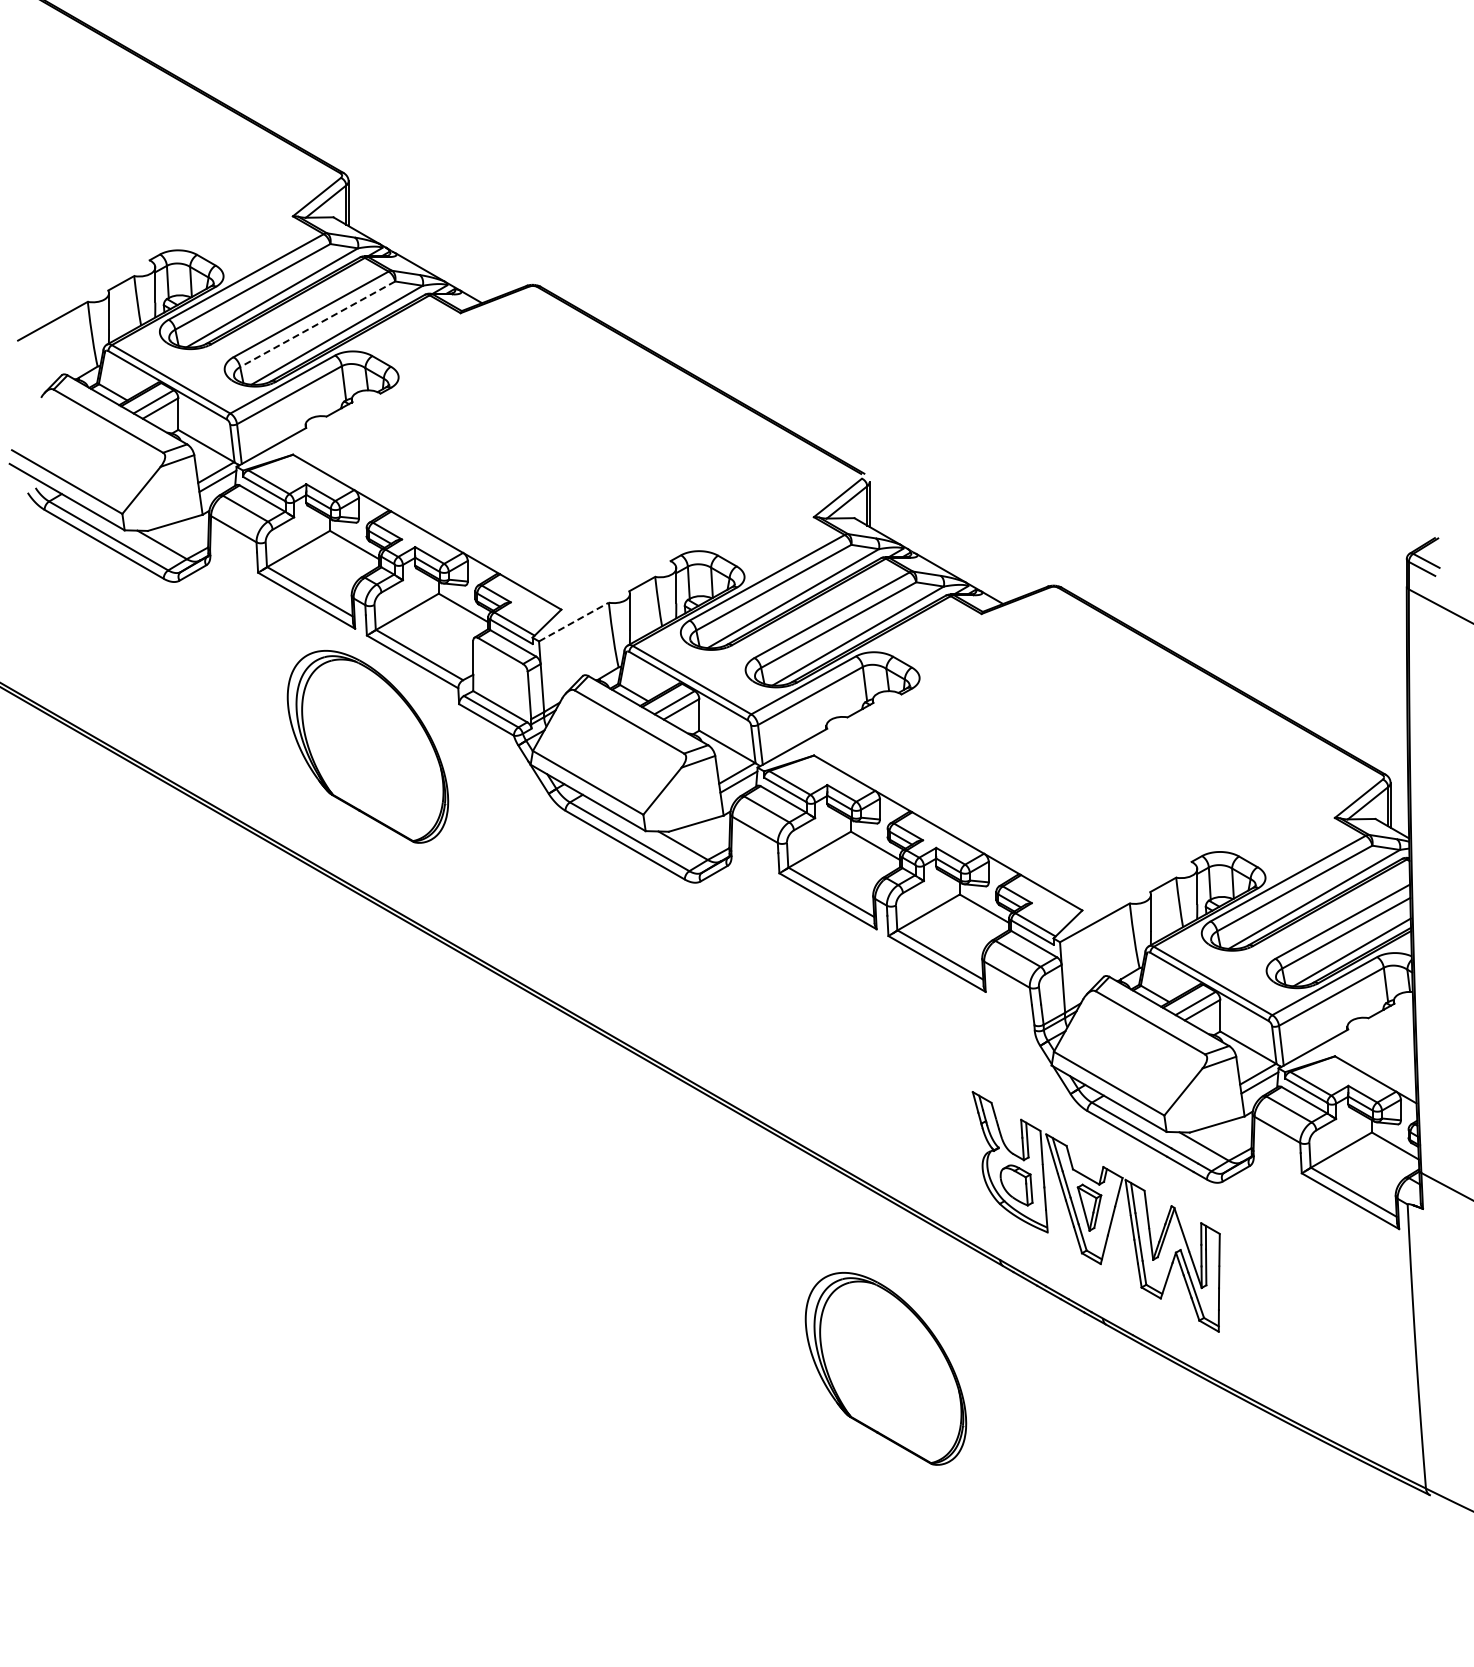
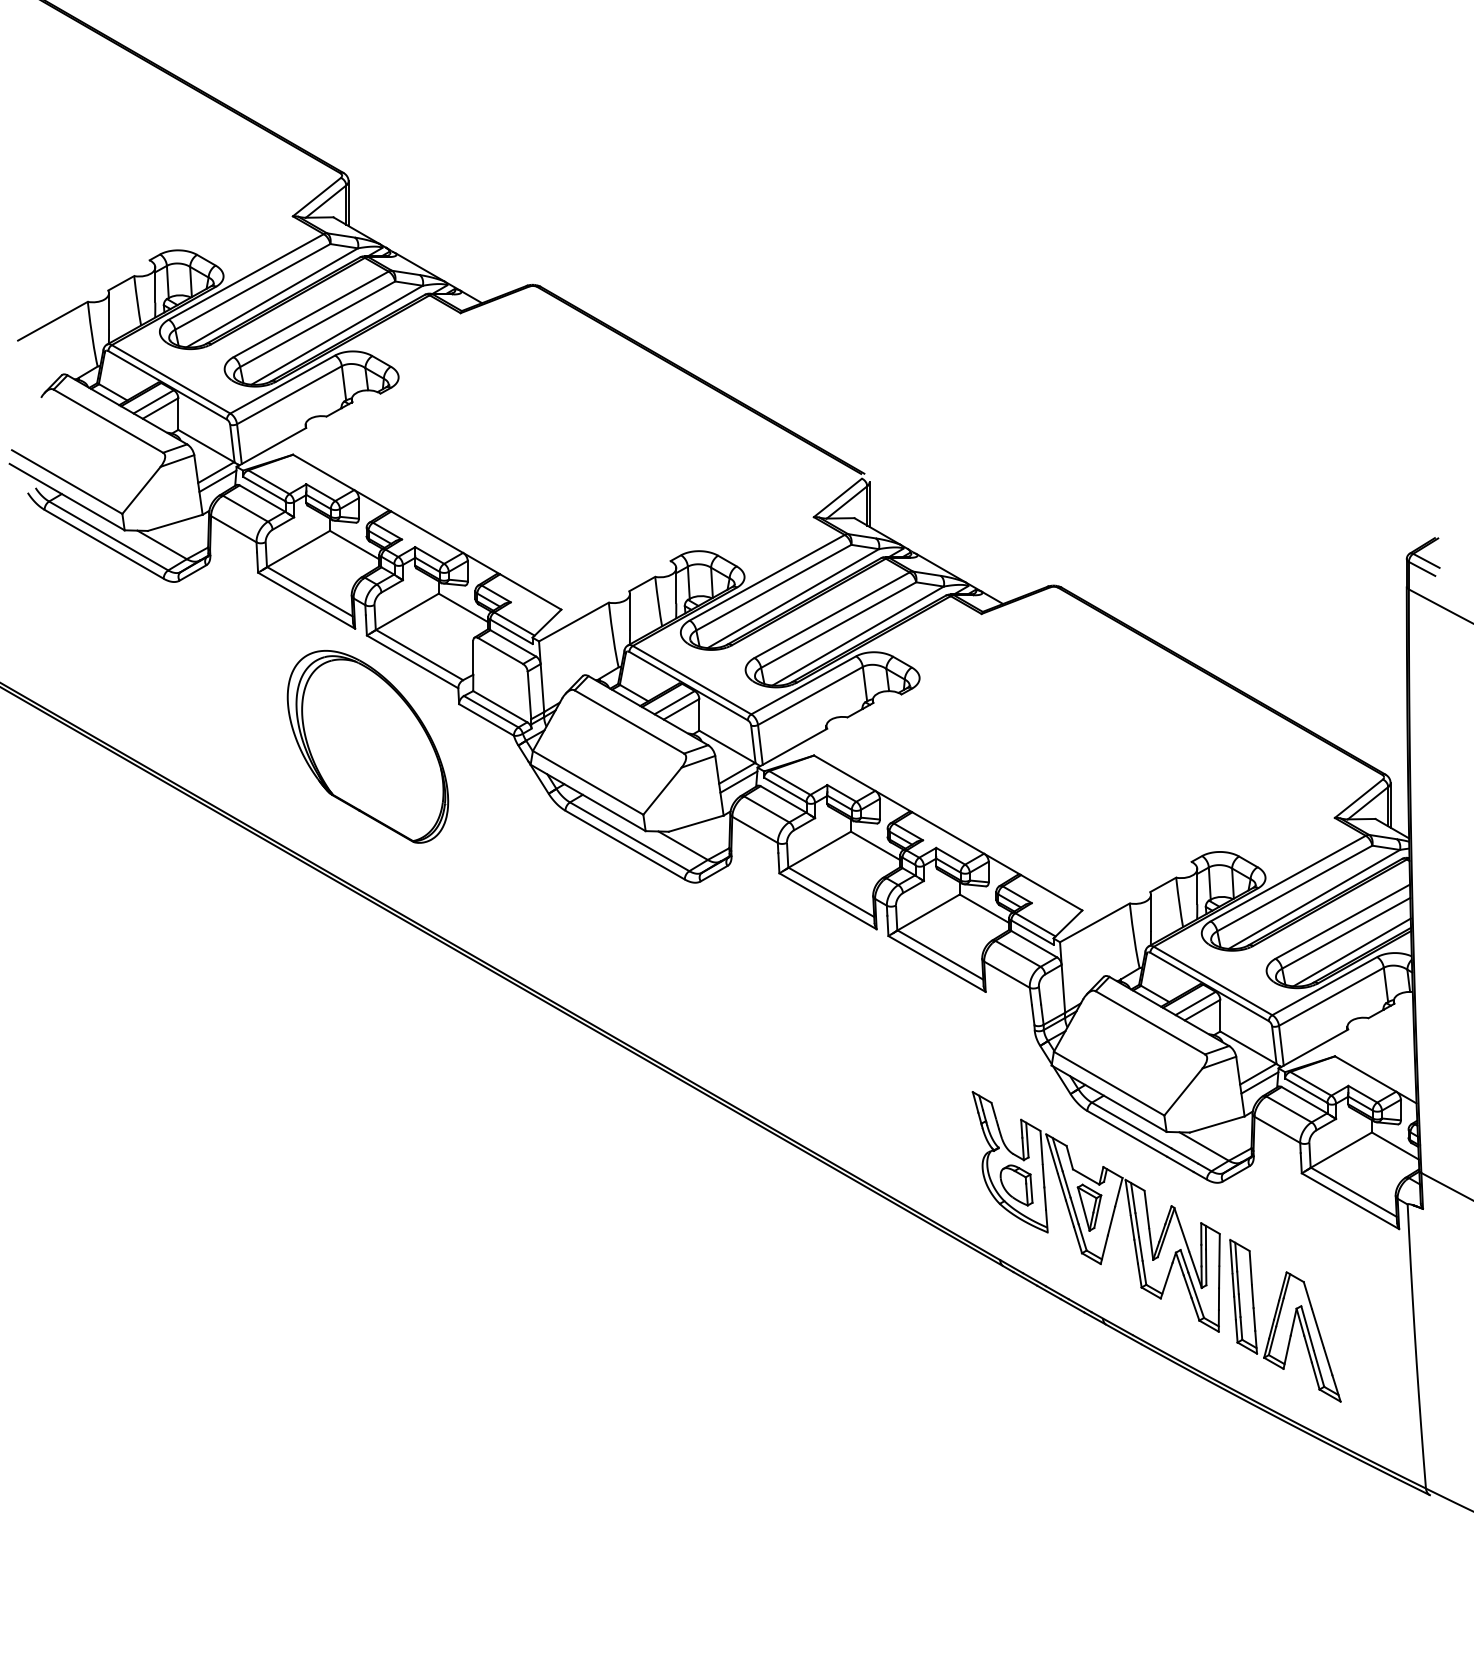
line at (317, 324): dashed -> solid
line at (573, 622): dashed -> solid
part at (1285, 1320): none -> present
part at (885, 1368): present -> none
